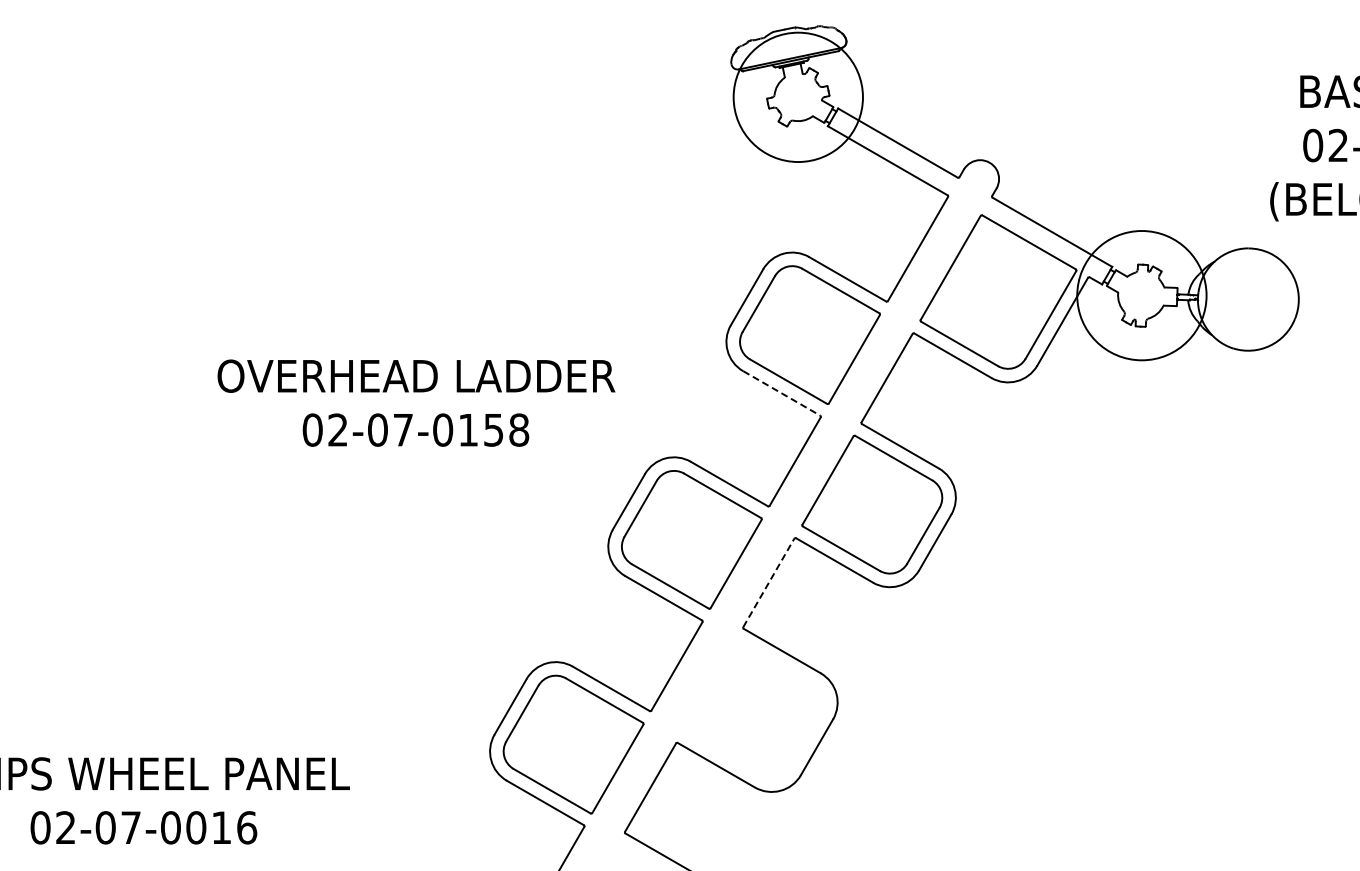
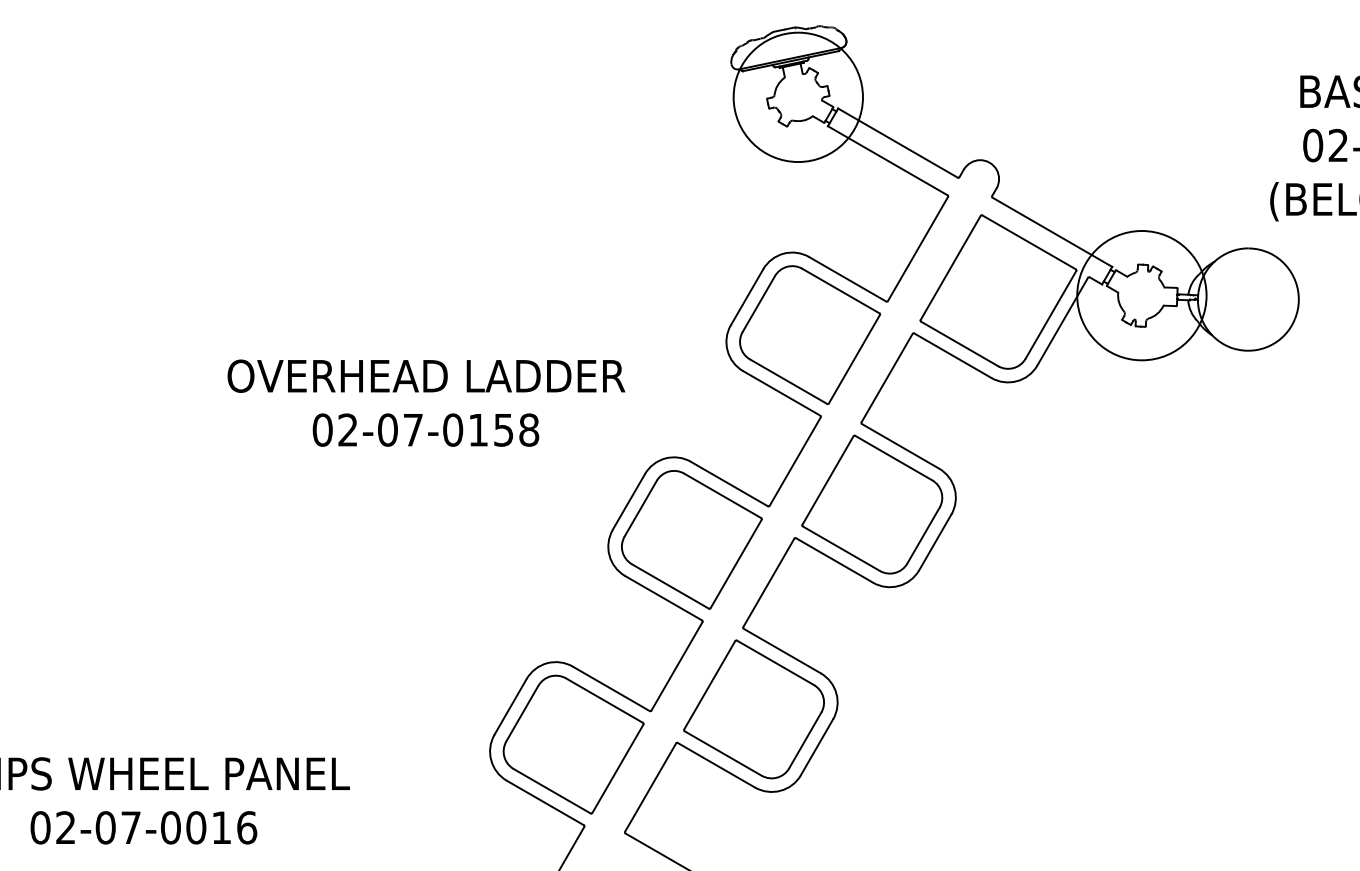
line at (782, 393): dashed -> solid
text at (416, 402) position: (416, 402) -> (426, 402)
line at (769, 582): dashed -> solid
part at (753, 709): none -> present
